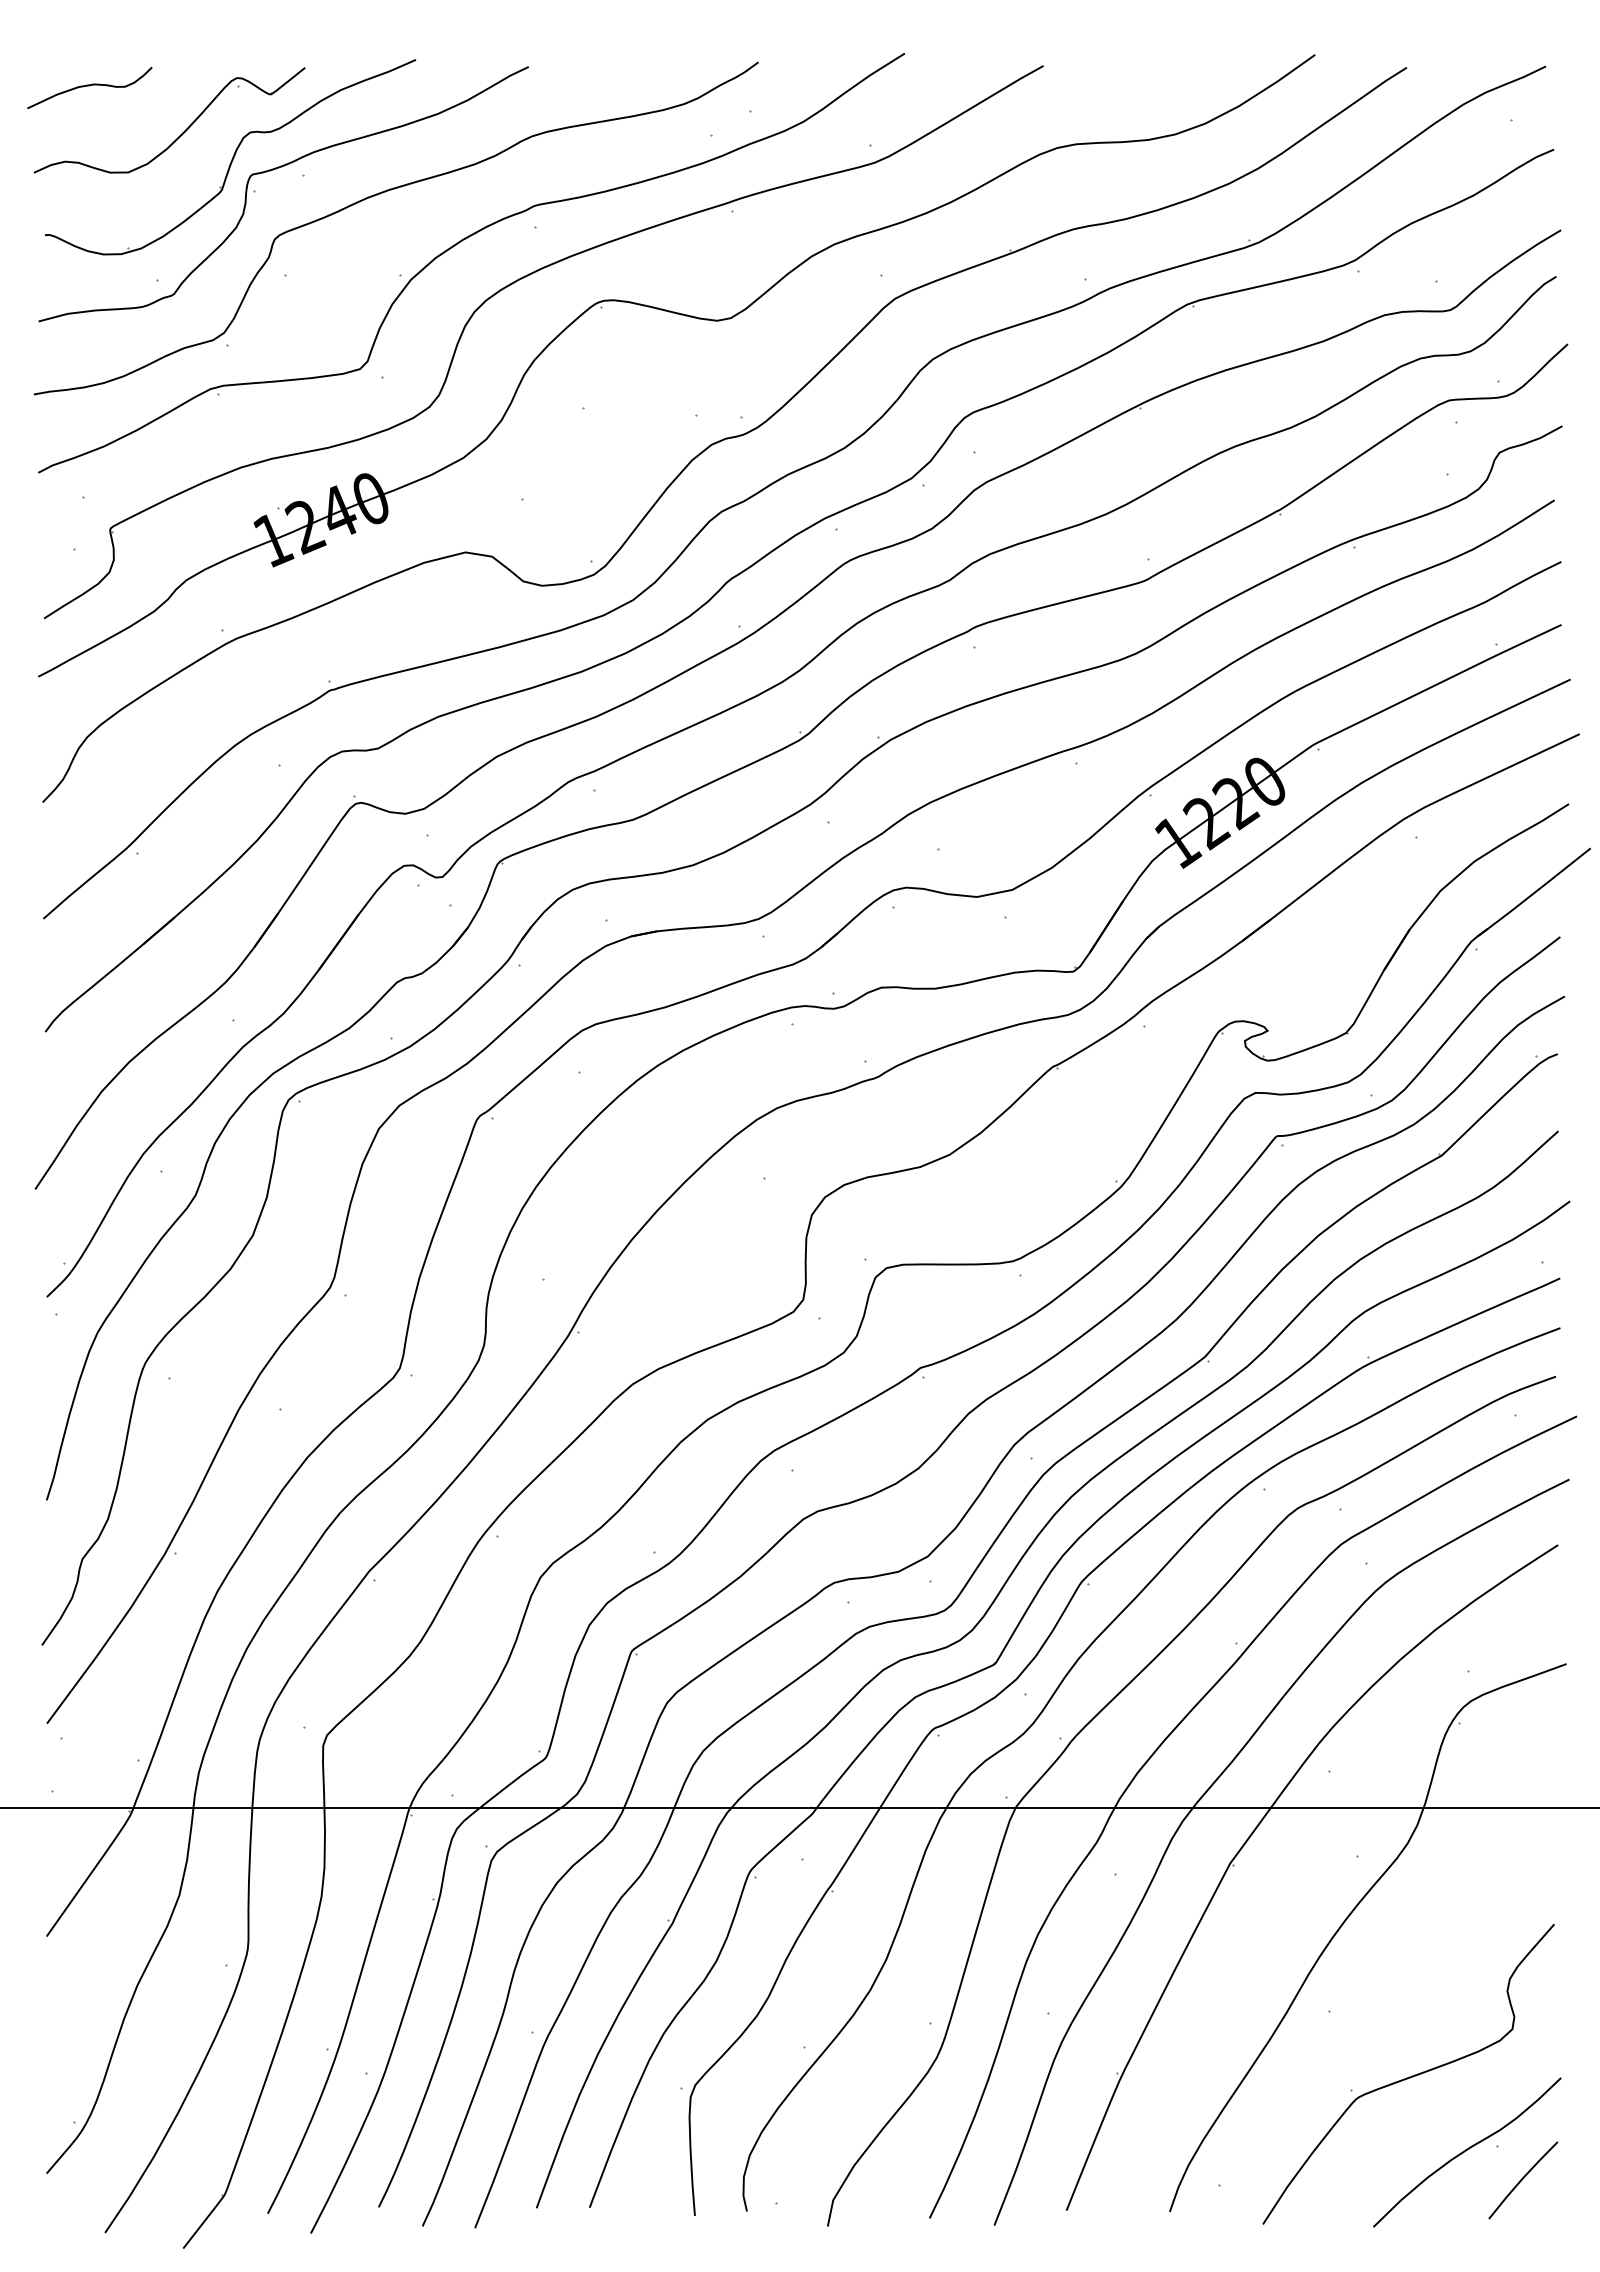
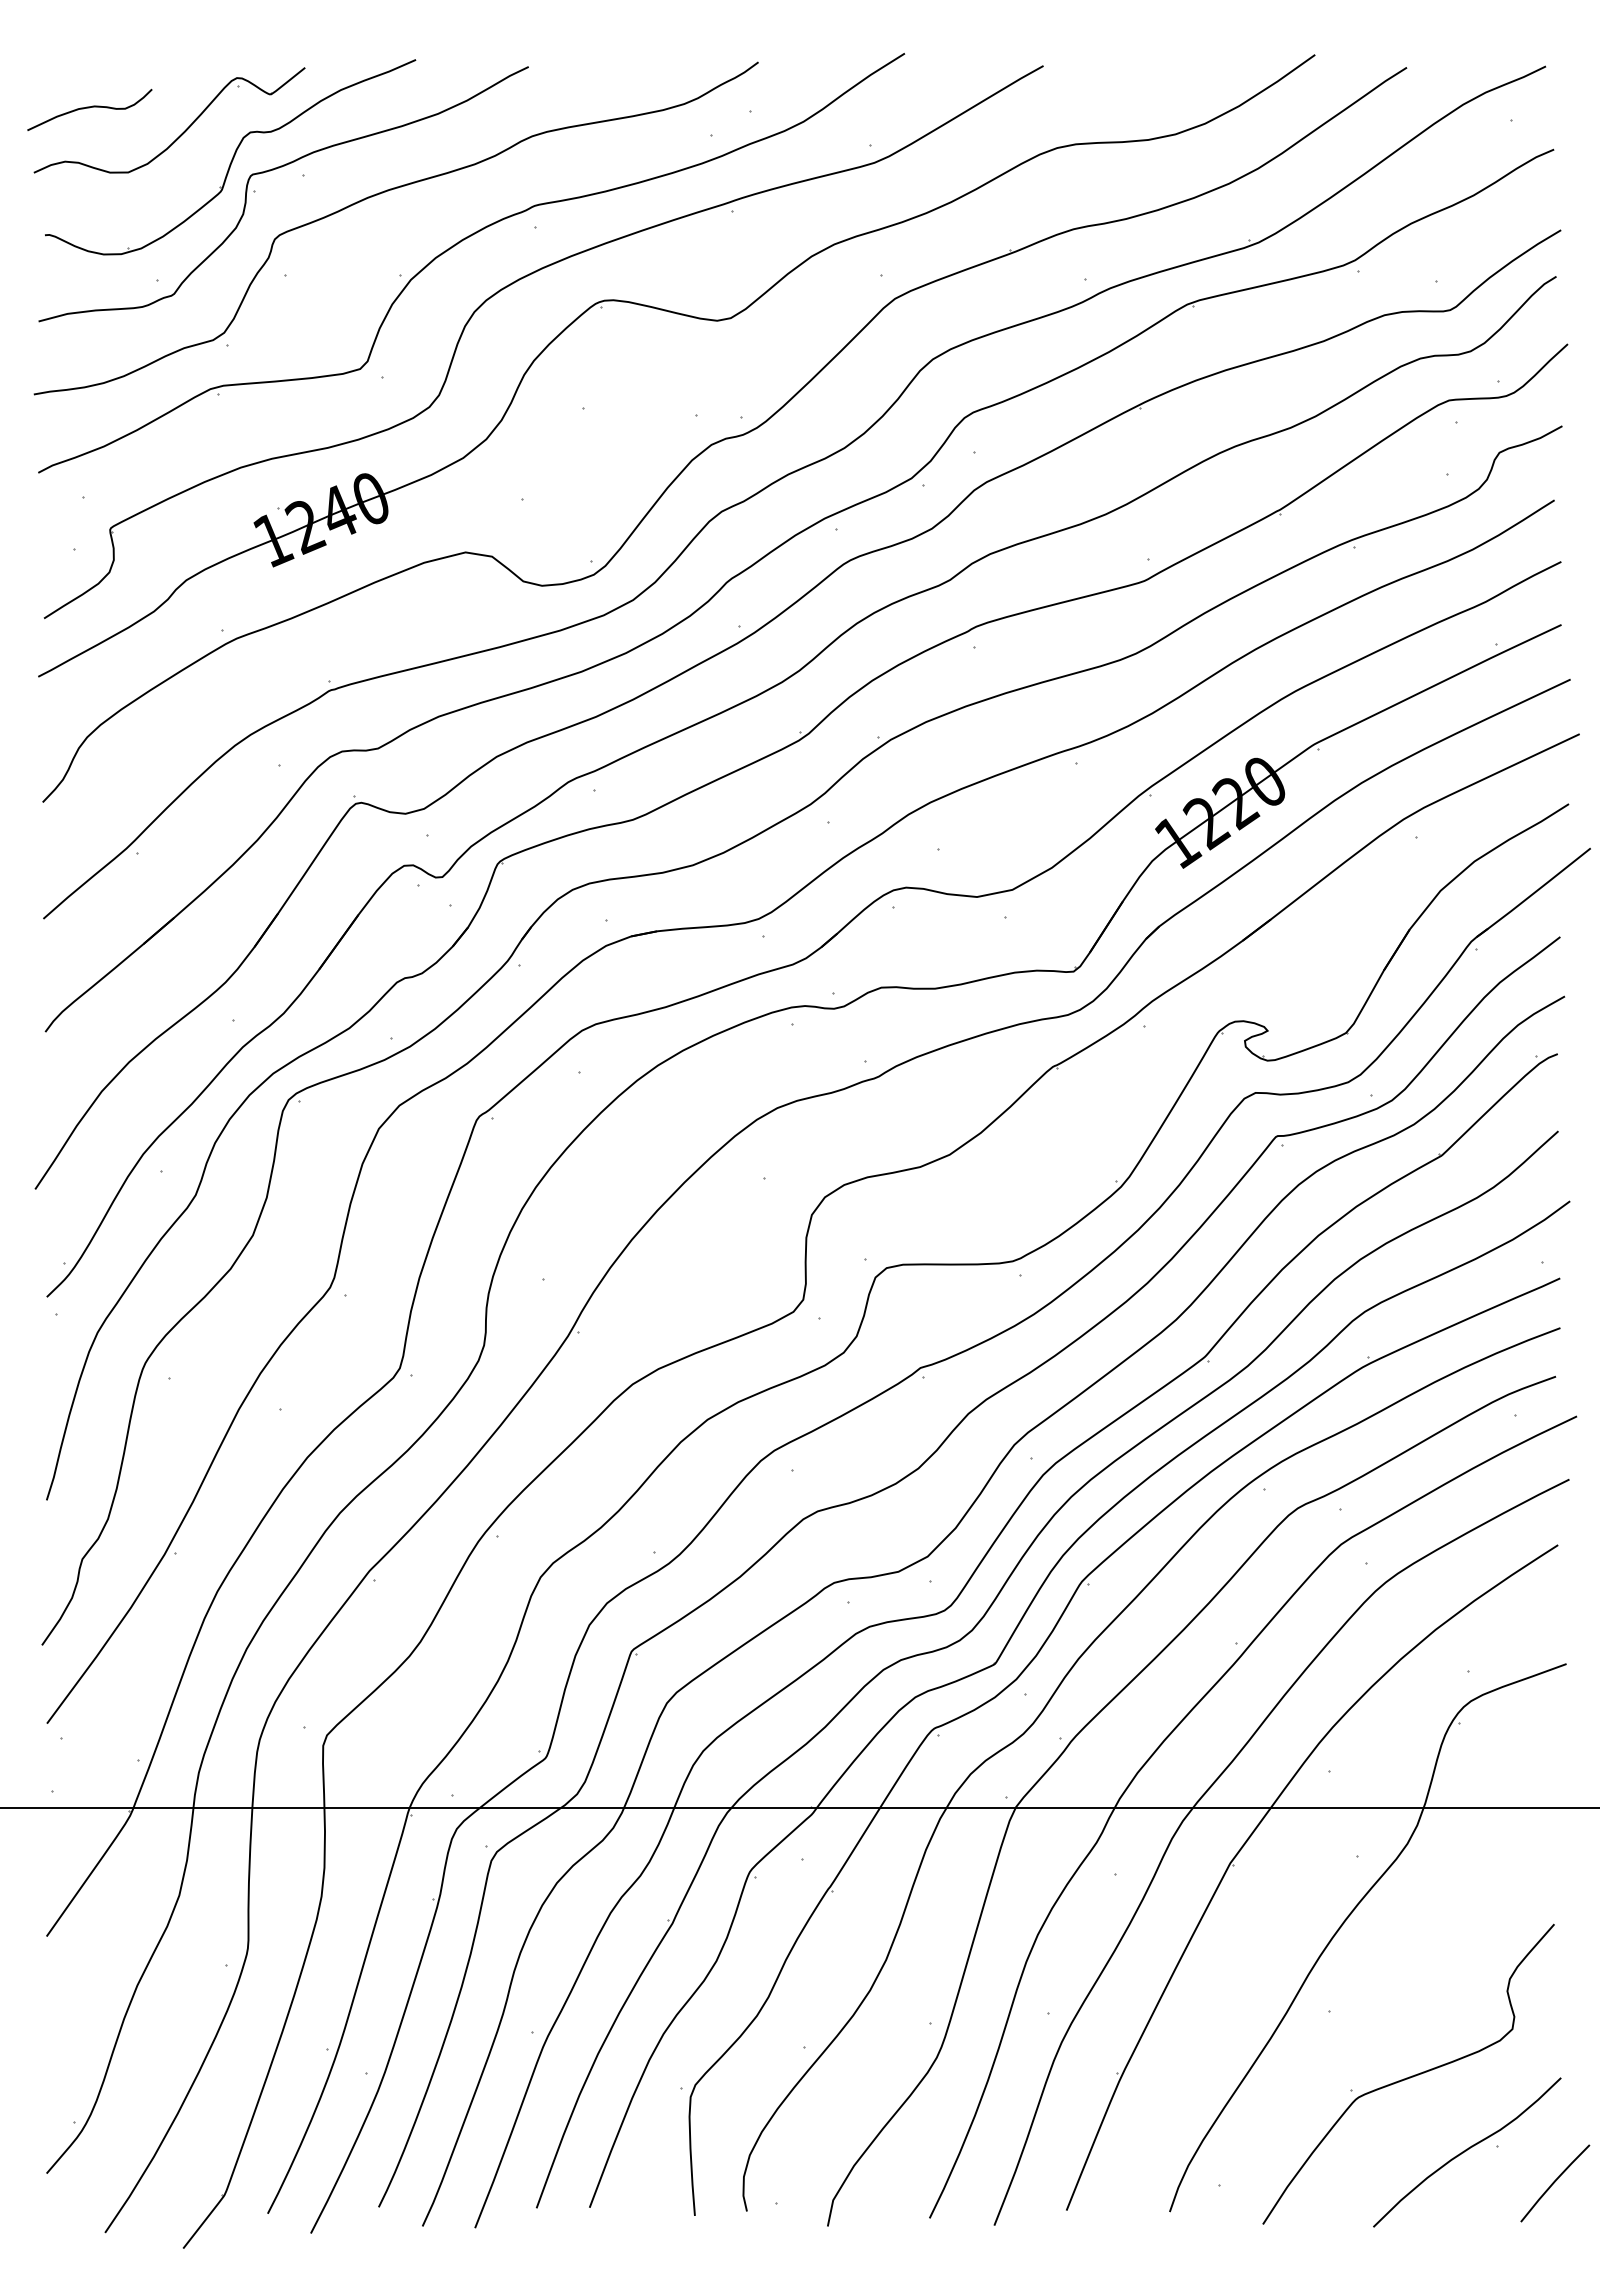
curve at (89, 86) position: (89, 86) -> (89, 108)
line at (1523, 2179) position: (1523, 2179) -> (1555, 2182)
